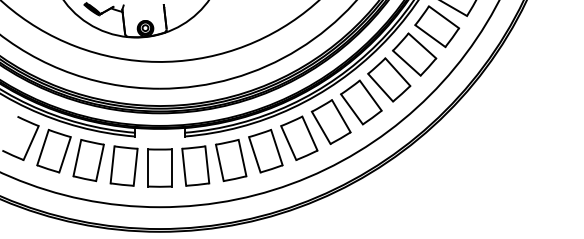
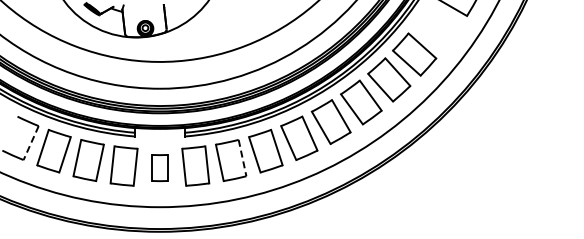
part at (437, 26): present -> none
line at (31, 143): solid -> dashed
line at (242, 158): solid -> dashed
part at (159, 167) size: 26x40 px -> 18x29 px
